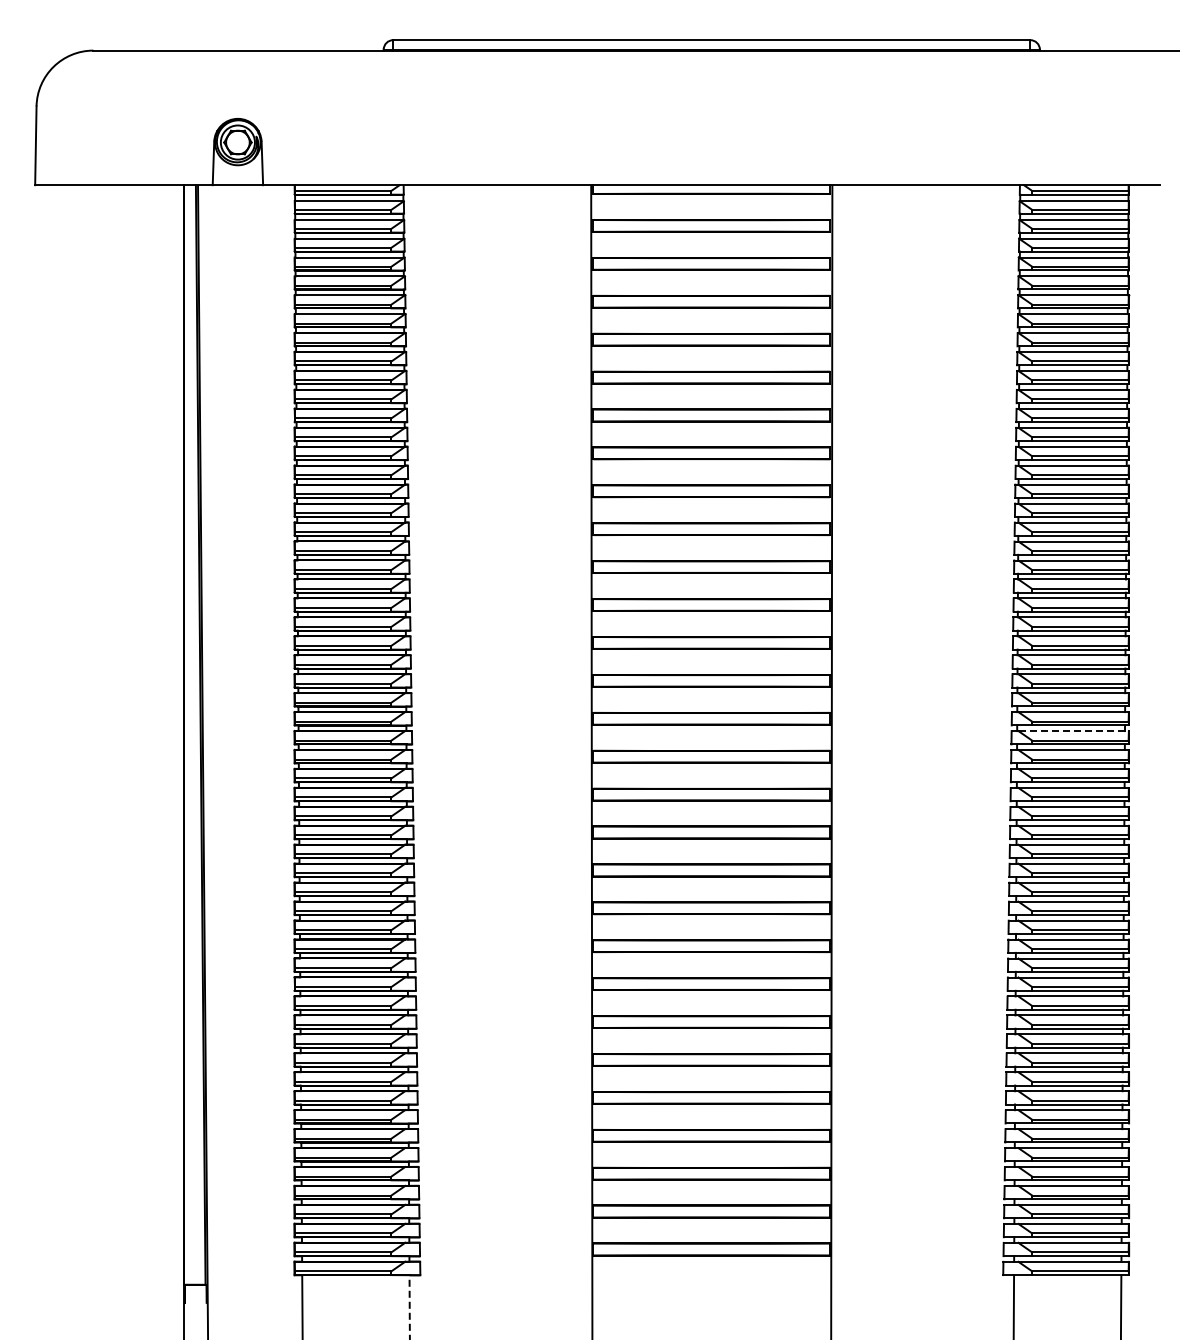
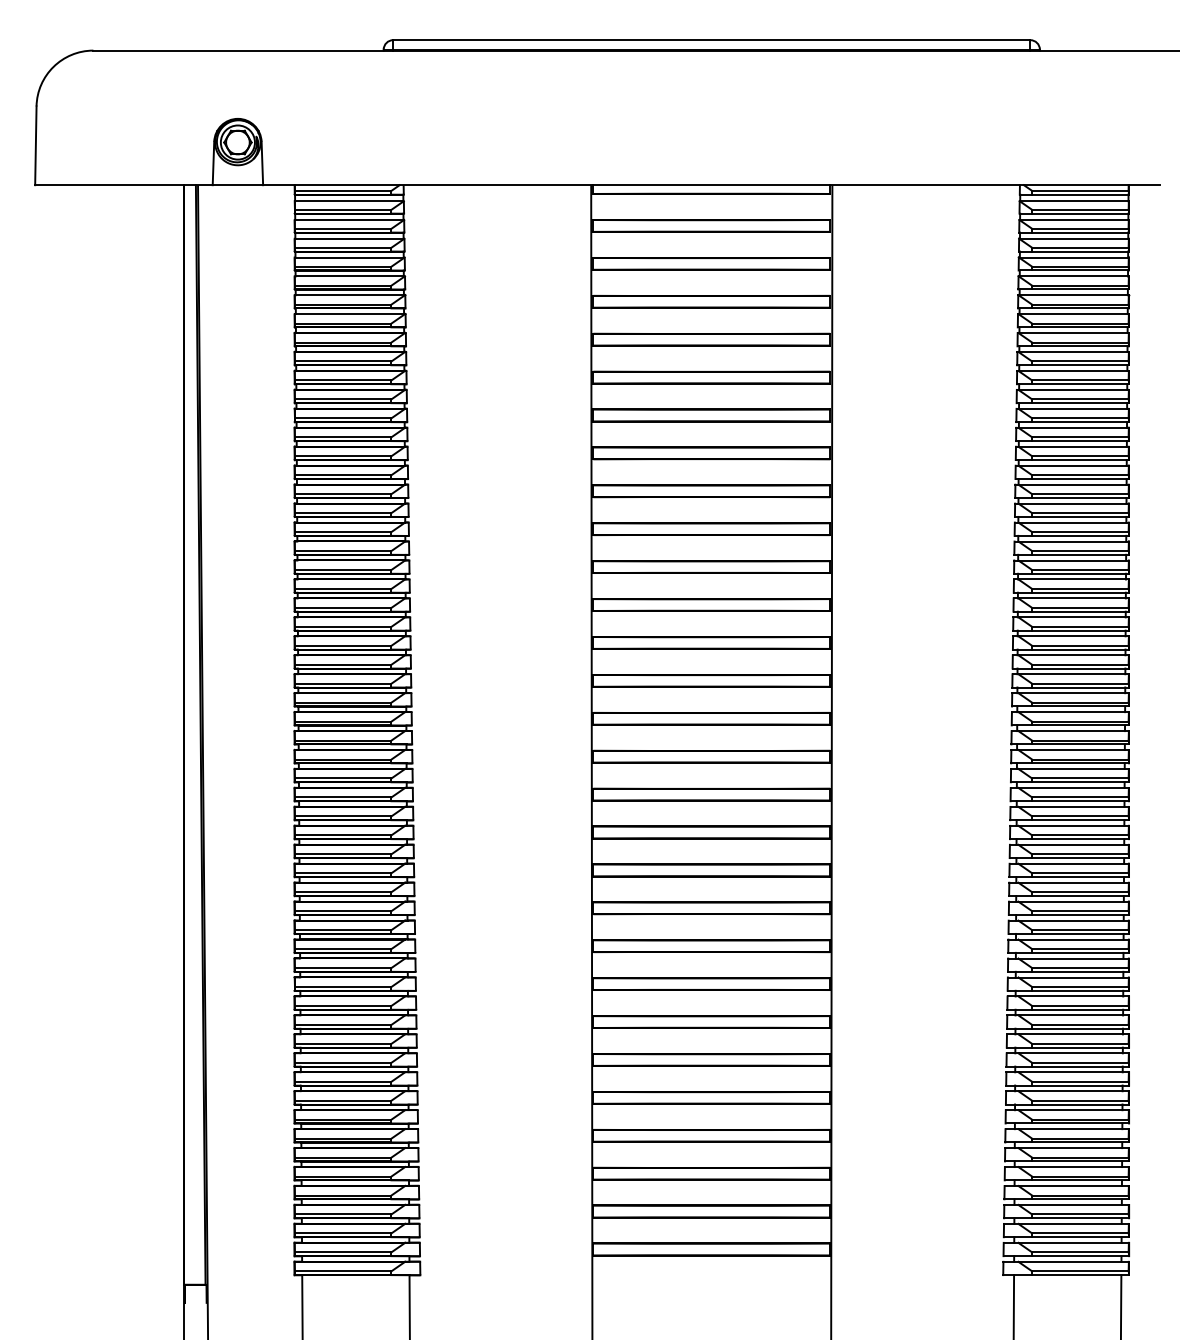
line at (1074, 731): dashed -> solid
line at (409, 1307): dashed -> solid
